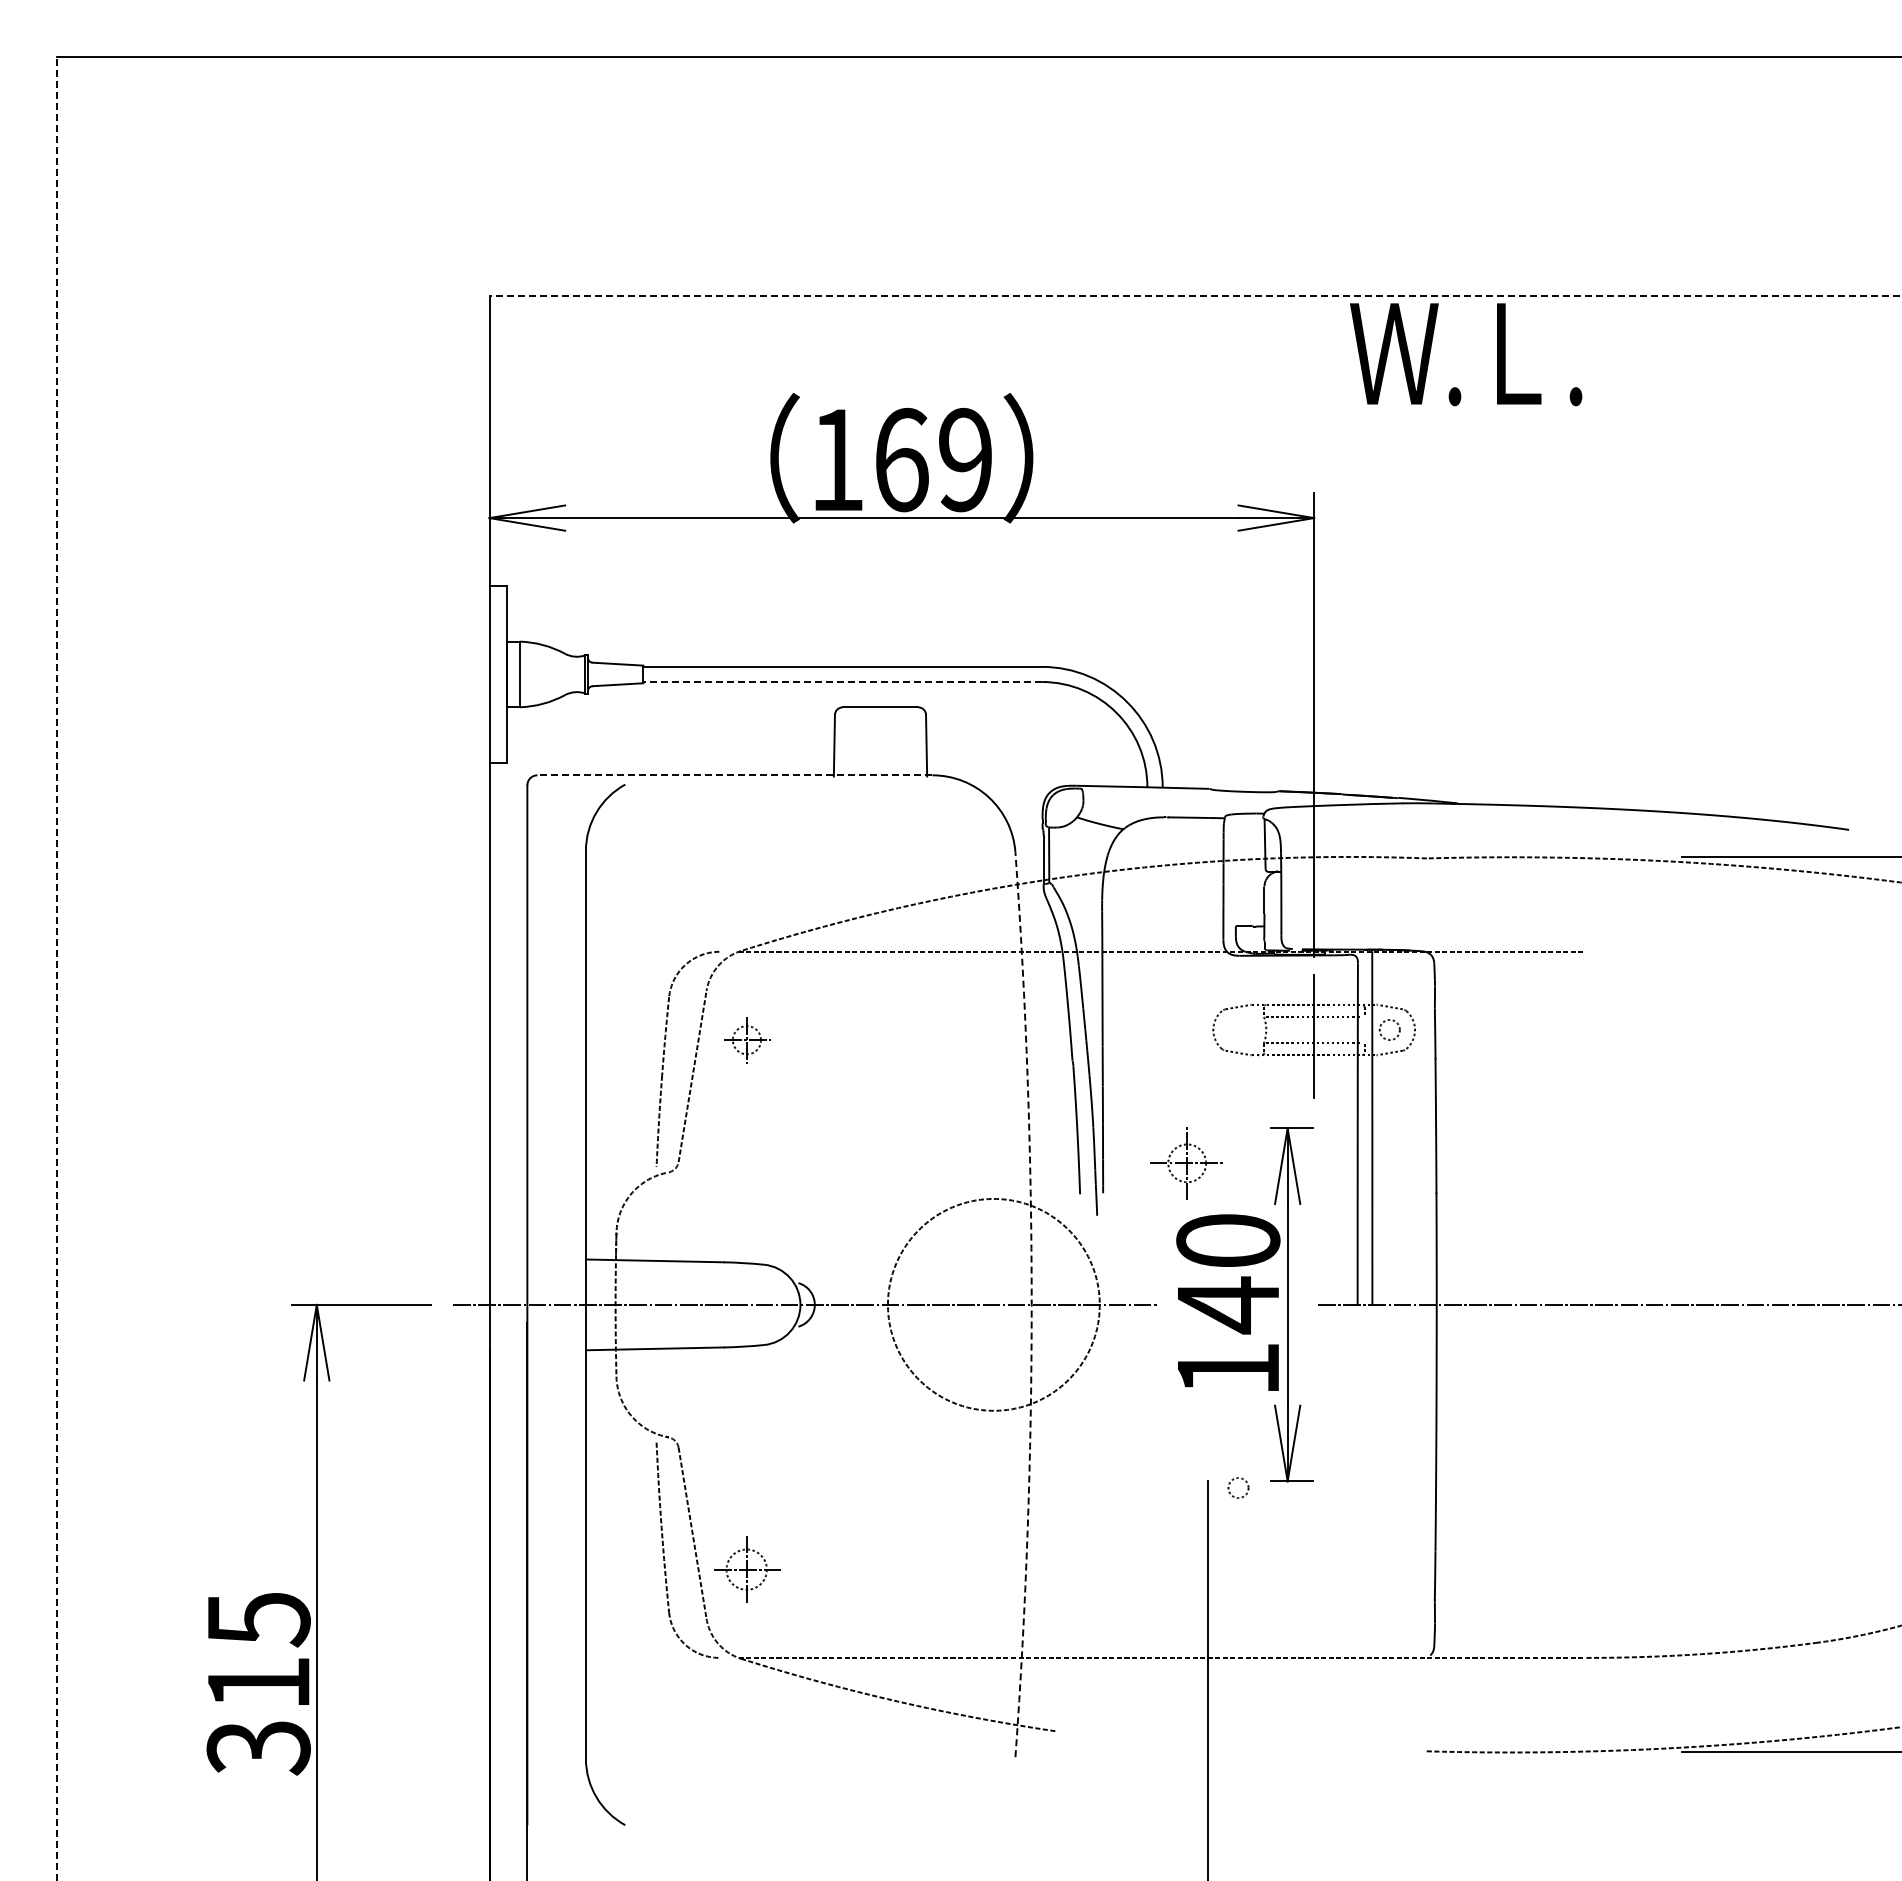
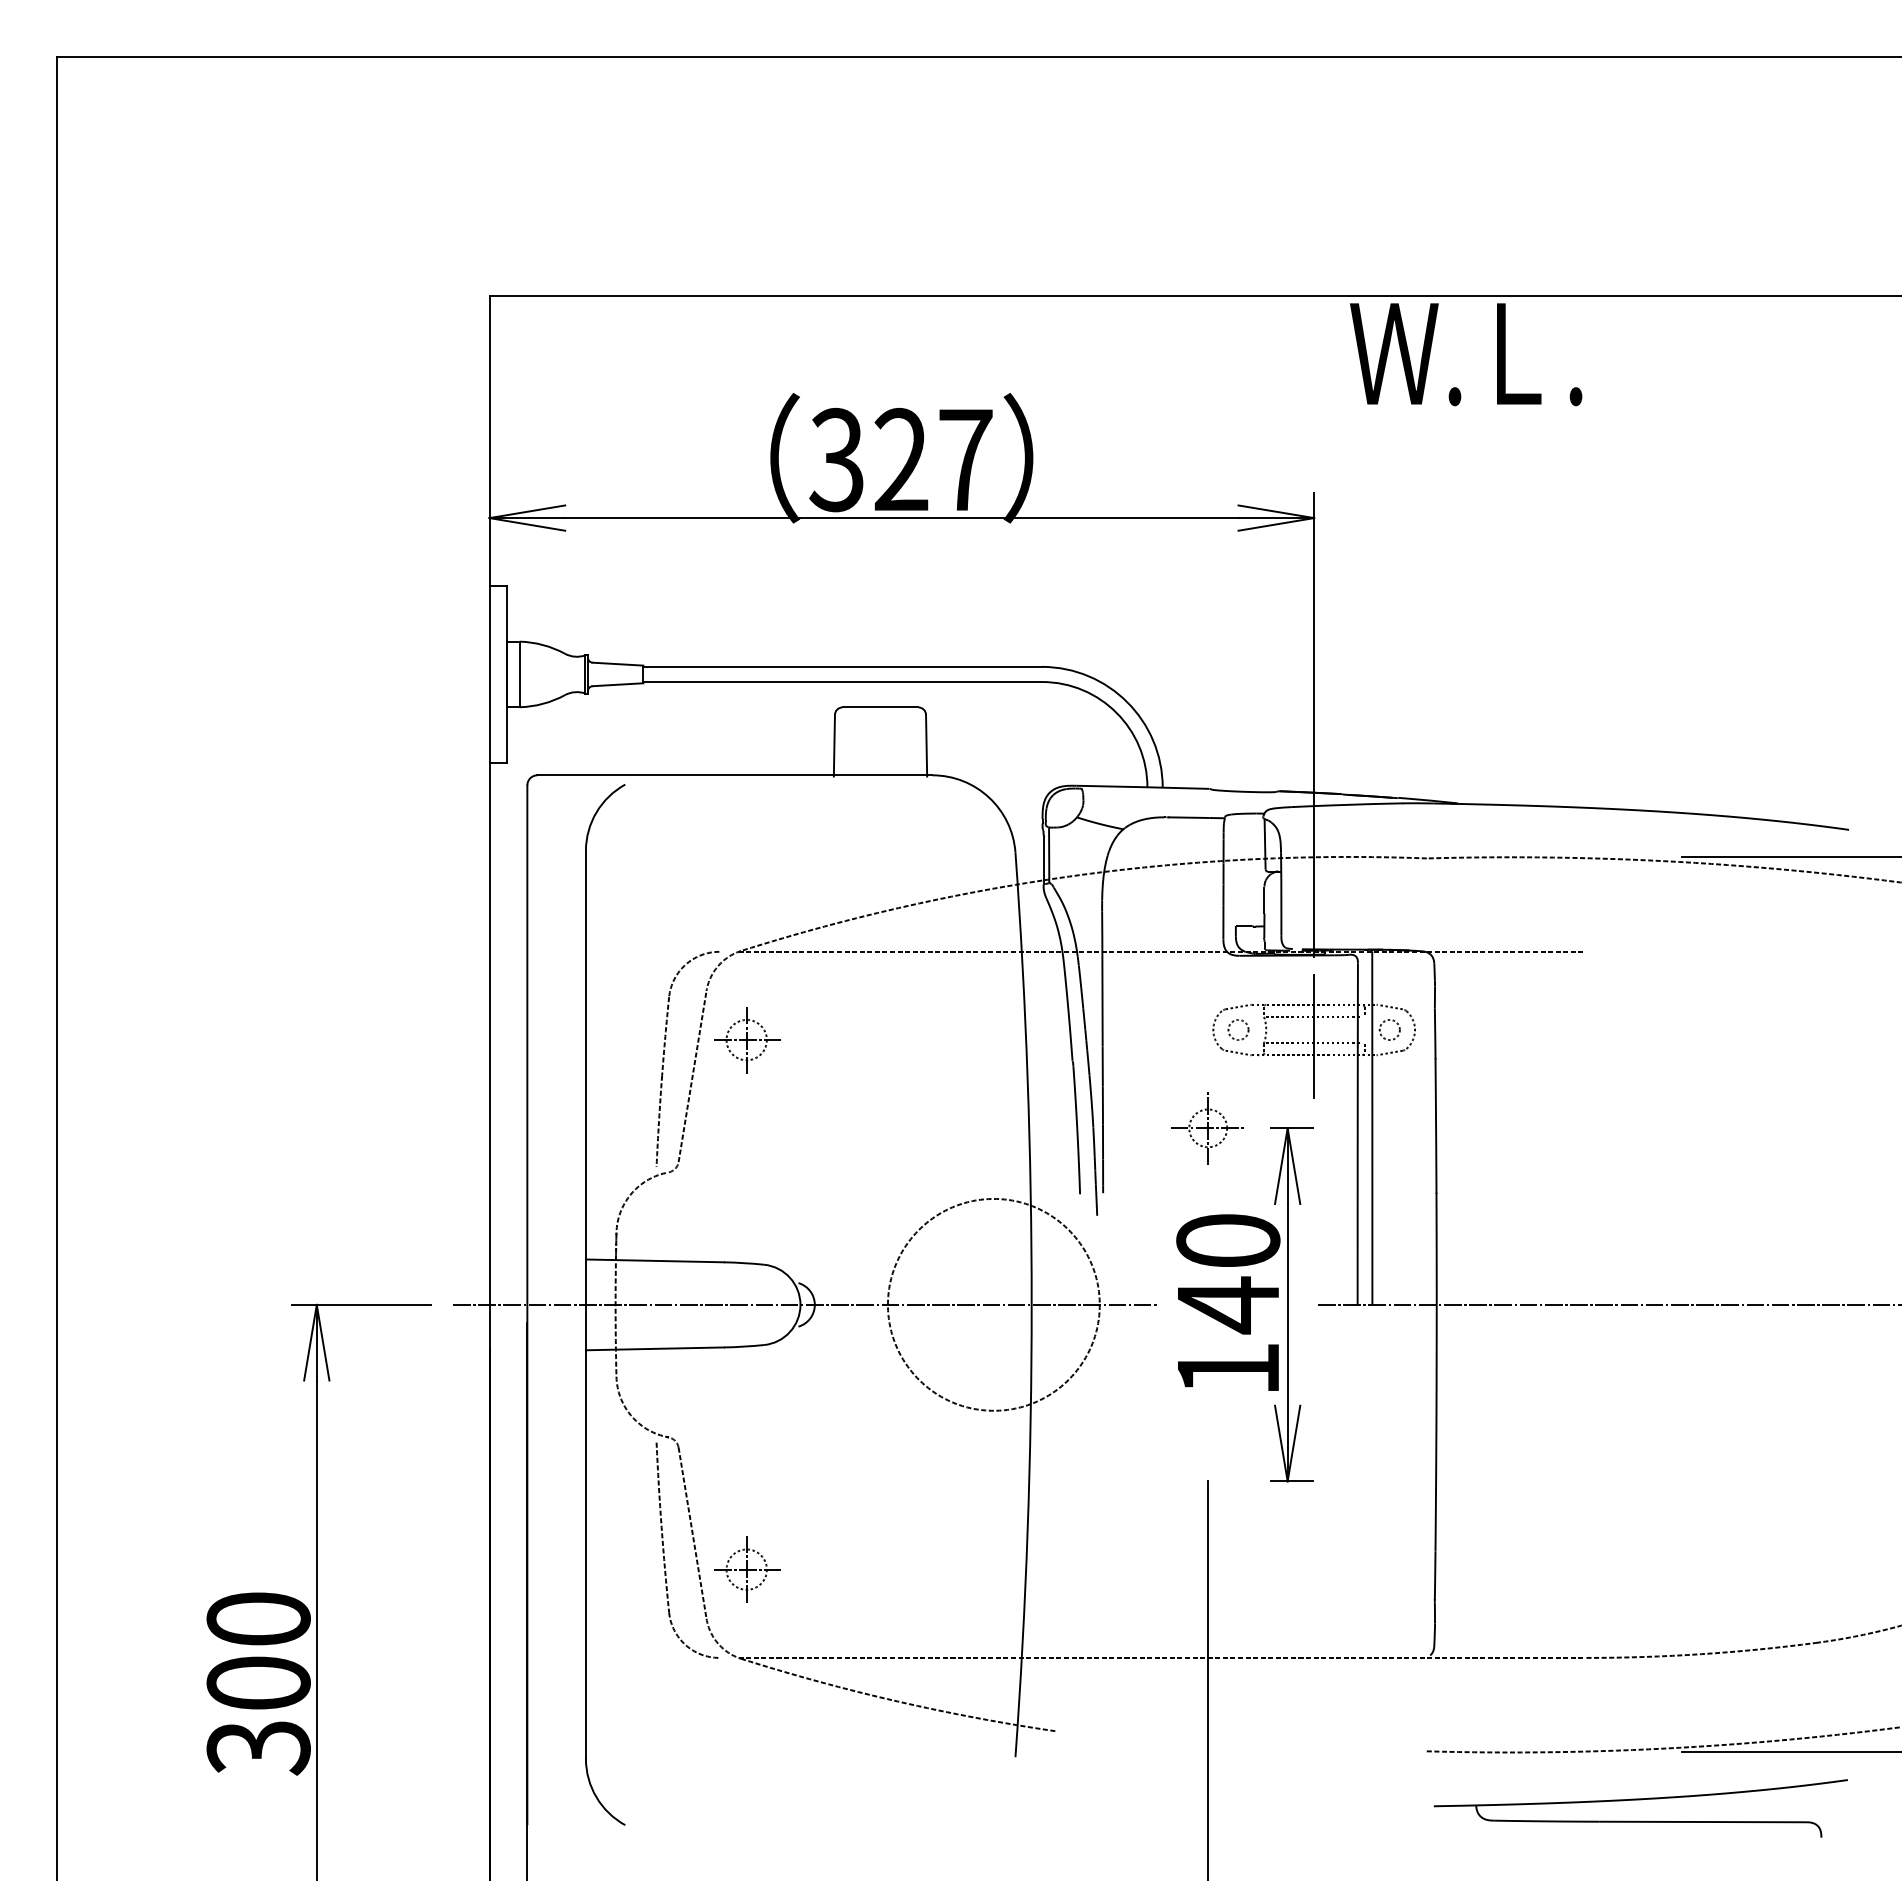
line at (1195, 296): dashed -> solid
text at (900, 459): 169 -> 327
line at (842, 682): dashed -> solid
line at (734, 775): dashed -> solid
line at (57, 968): dashed -> solid
part at (747, 1040) size: 47x47 px -> 67x67 px
part at (1186, 1163) position: (1186, 1163) -> (1207, 1128)
arc at (1031, 1304): dashed -> solid
circle at (1238, 1487) position: (1238, 1487) -> (1238, 1029)
text at (258, 1650): 315 -> 300
part at (1640, 1800): none -> present
